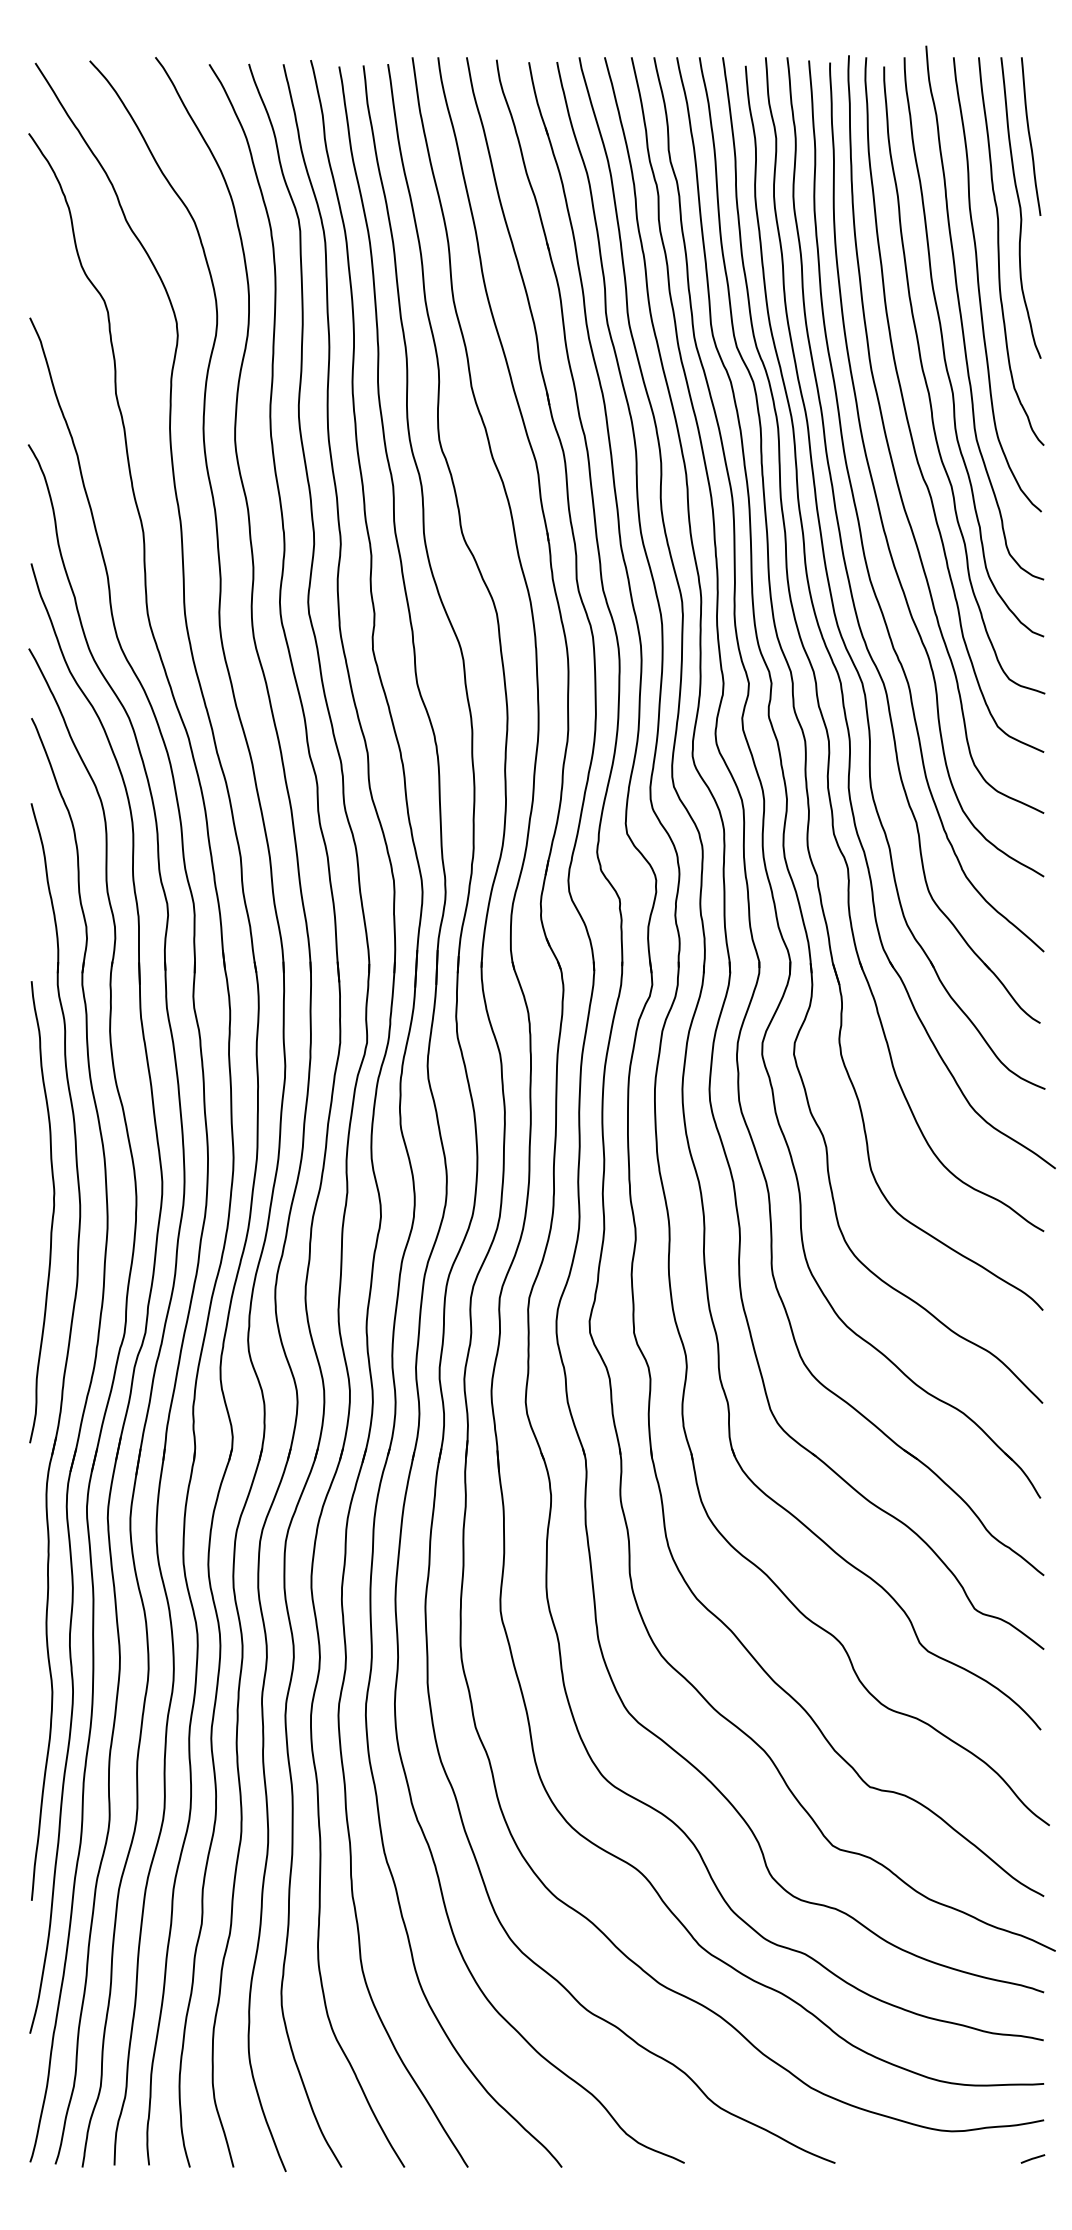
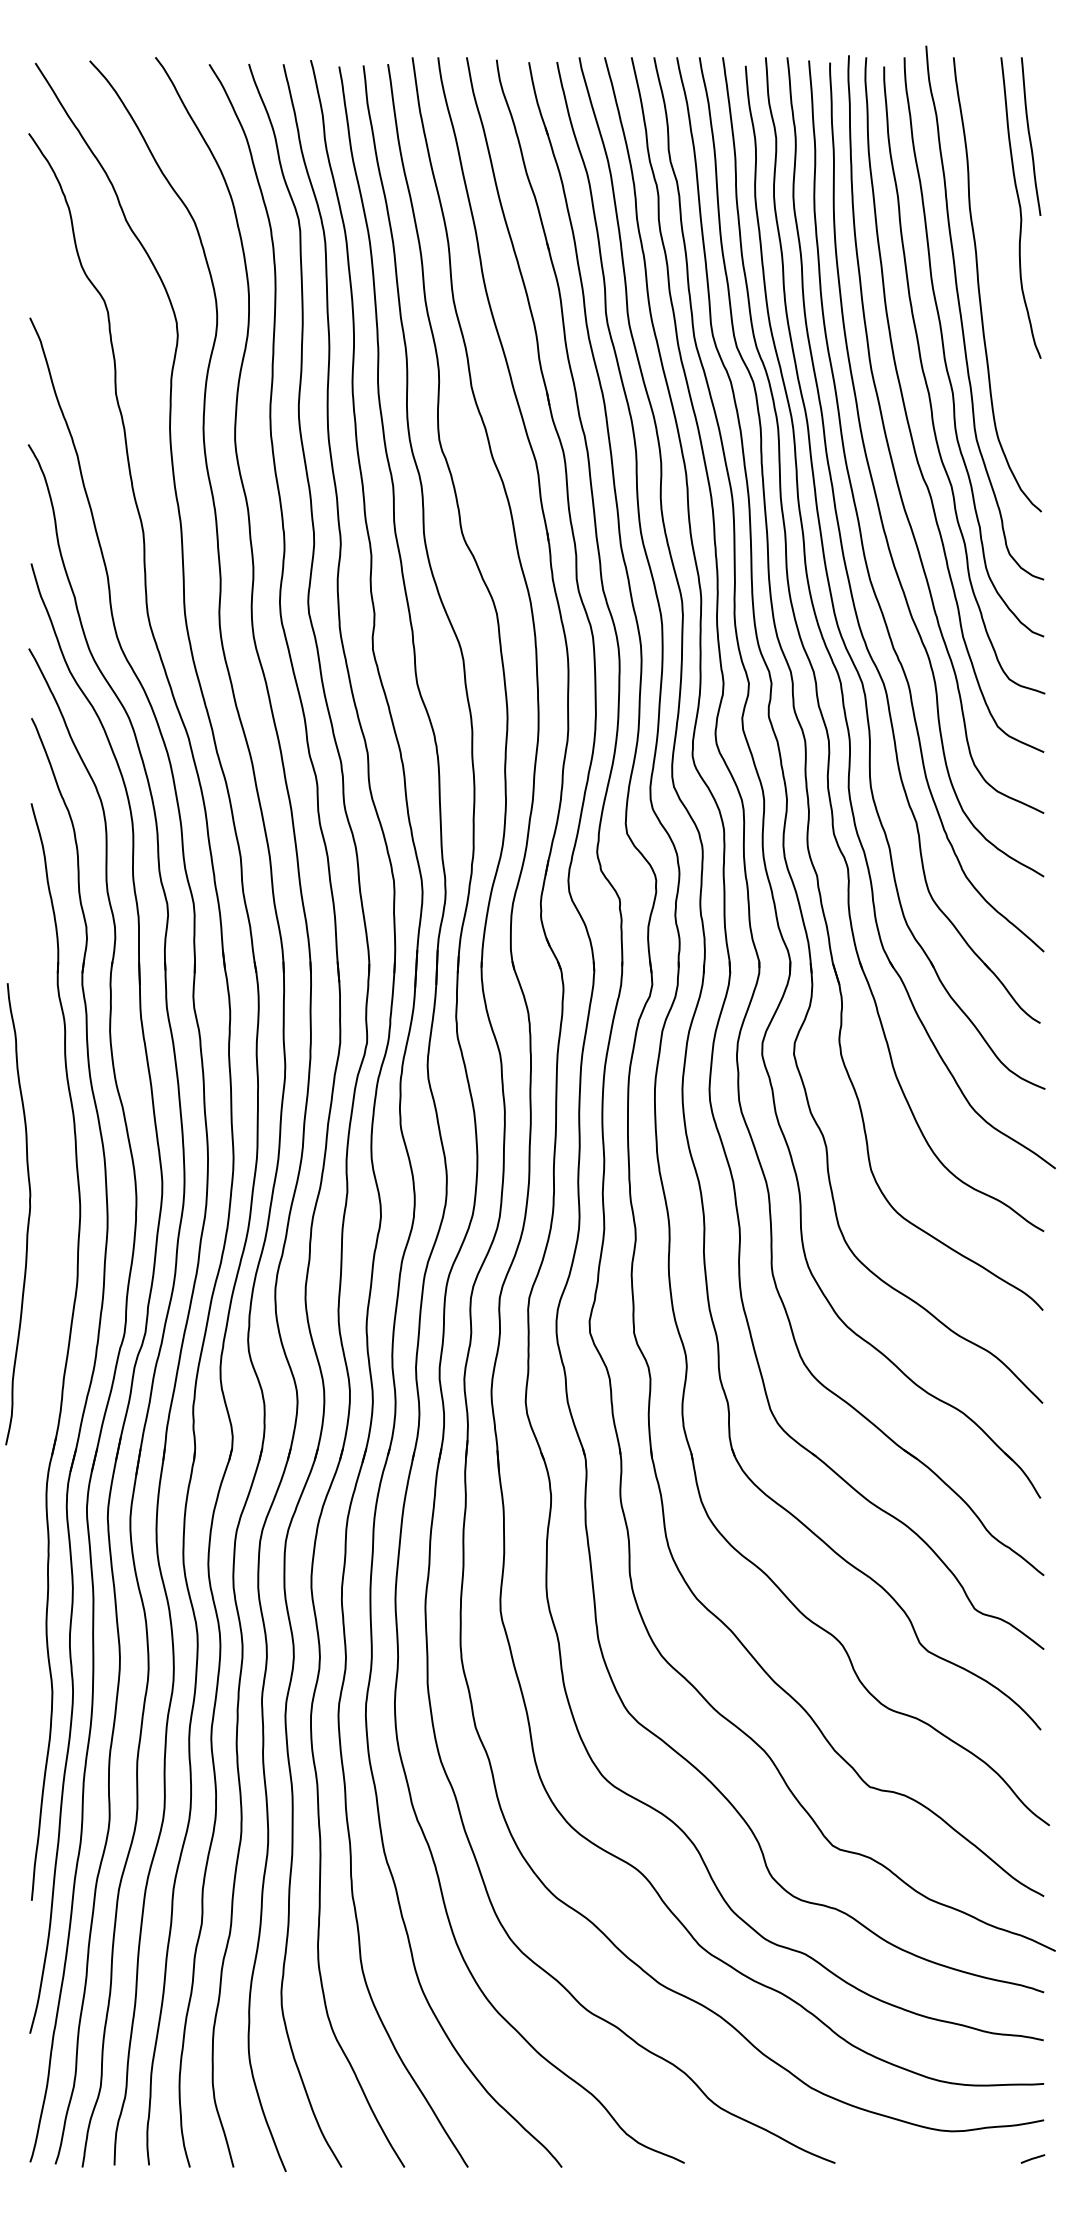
curve at (999, 251): present -> none
curve at (52, 1212) position: (52, 1212) -> (28, 1214)
